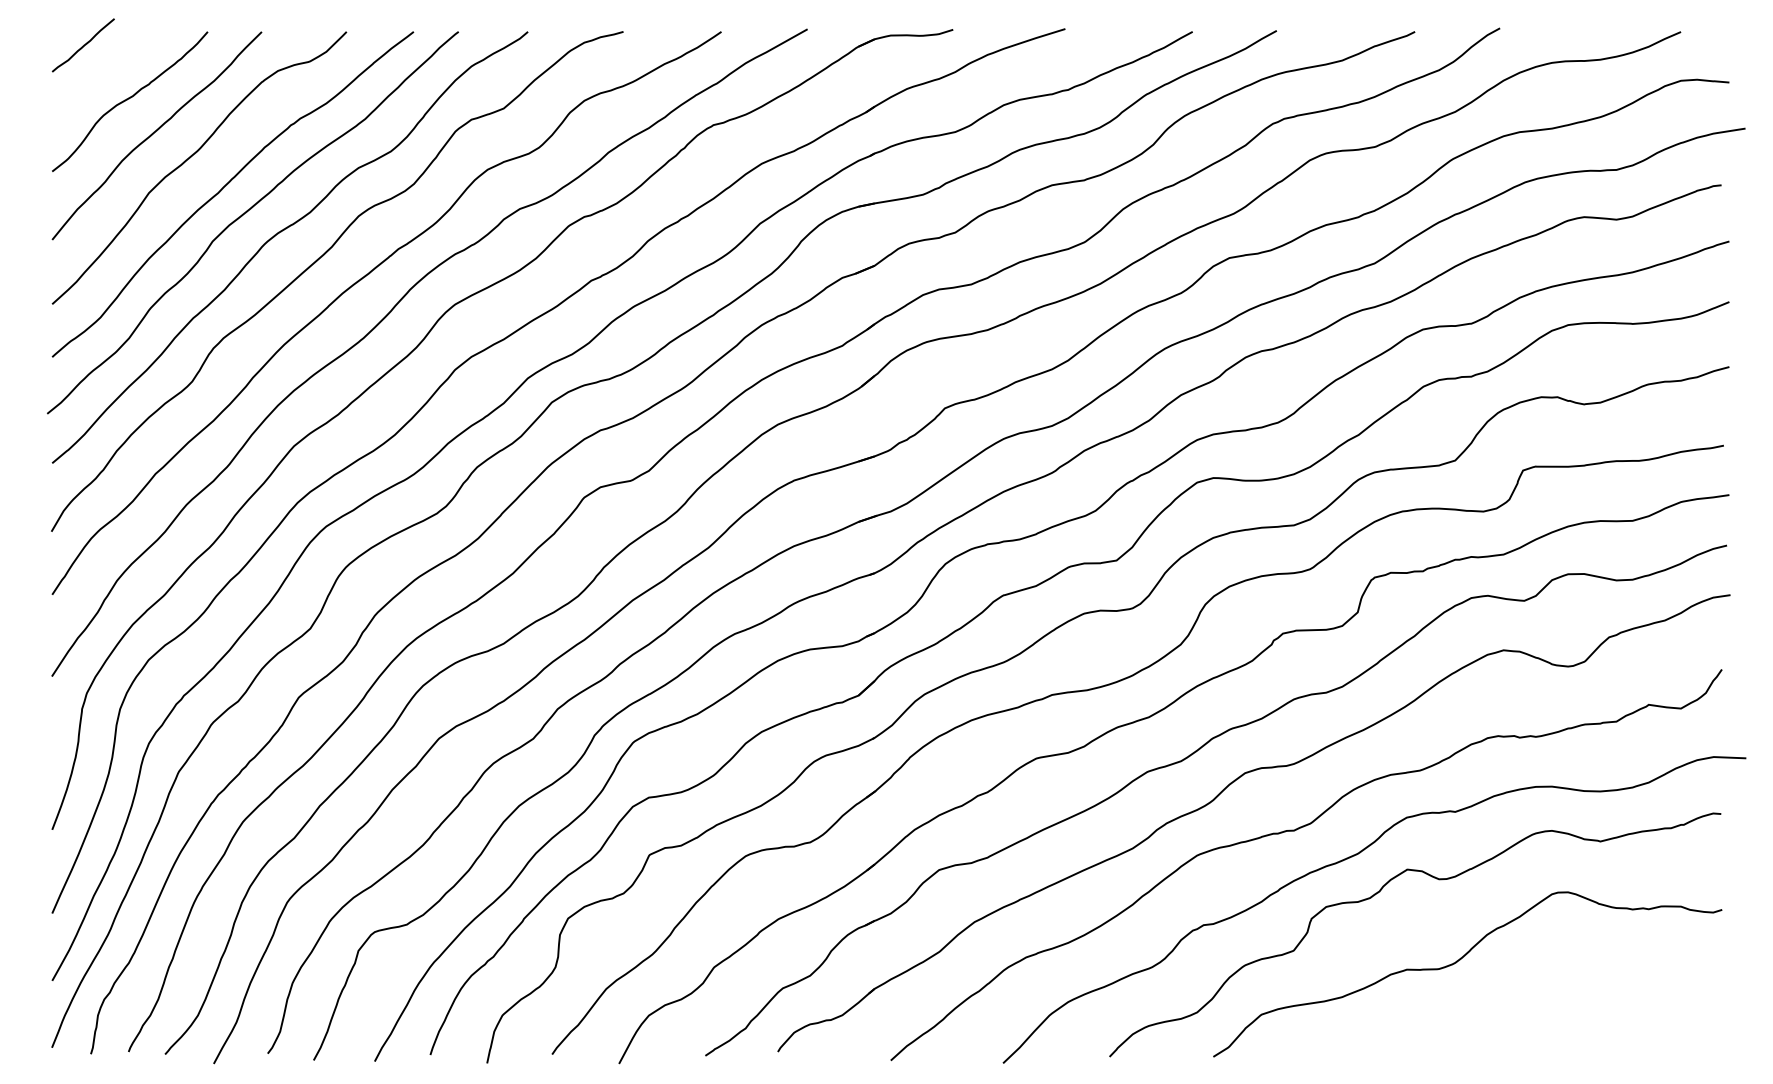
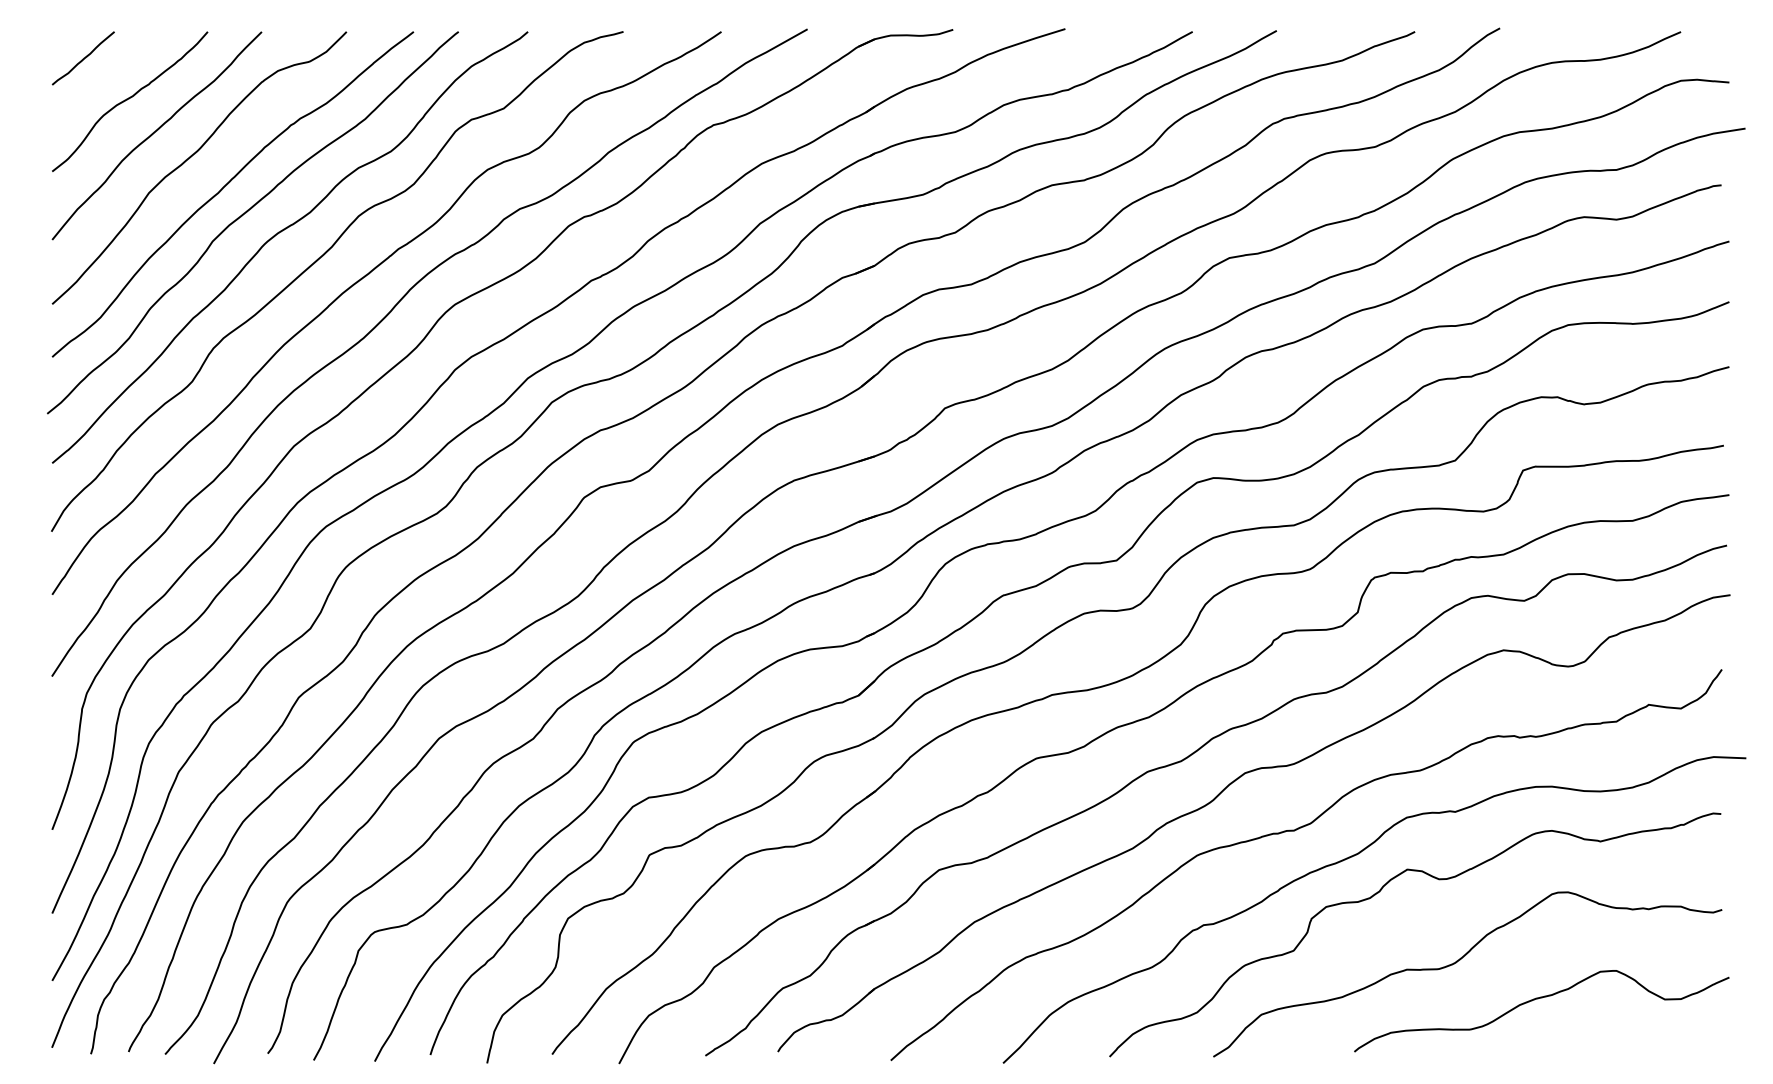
curve at (82, 45) position: (82, 45) -> (82, 58)
curve at (1538, 999): none -> present
